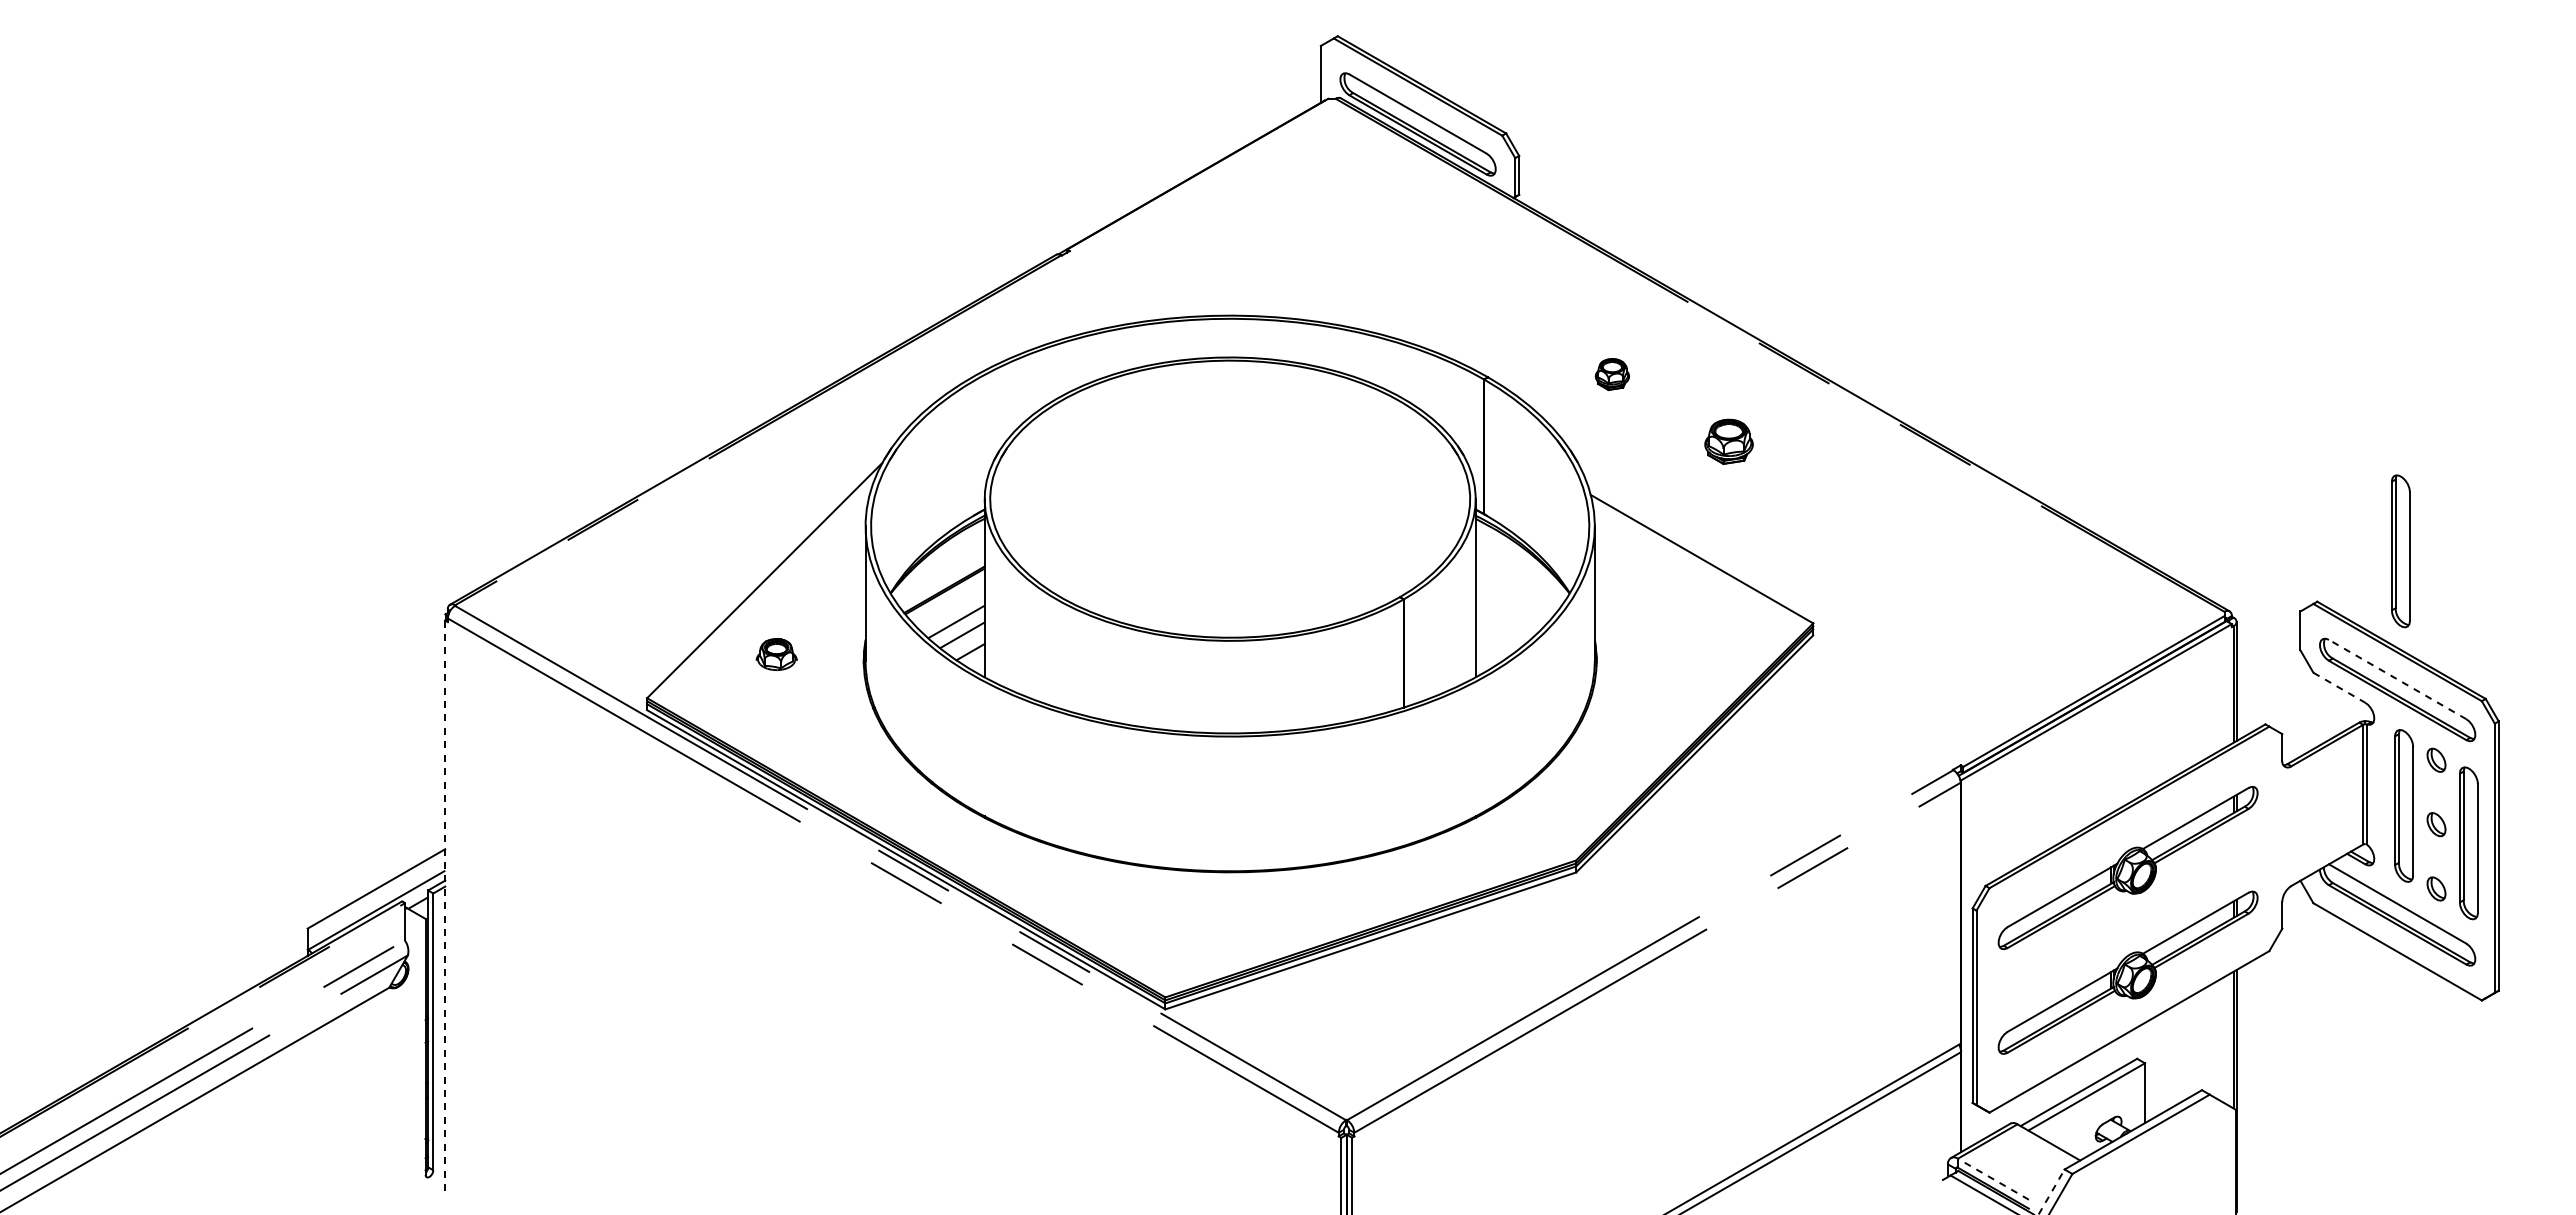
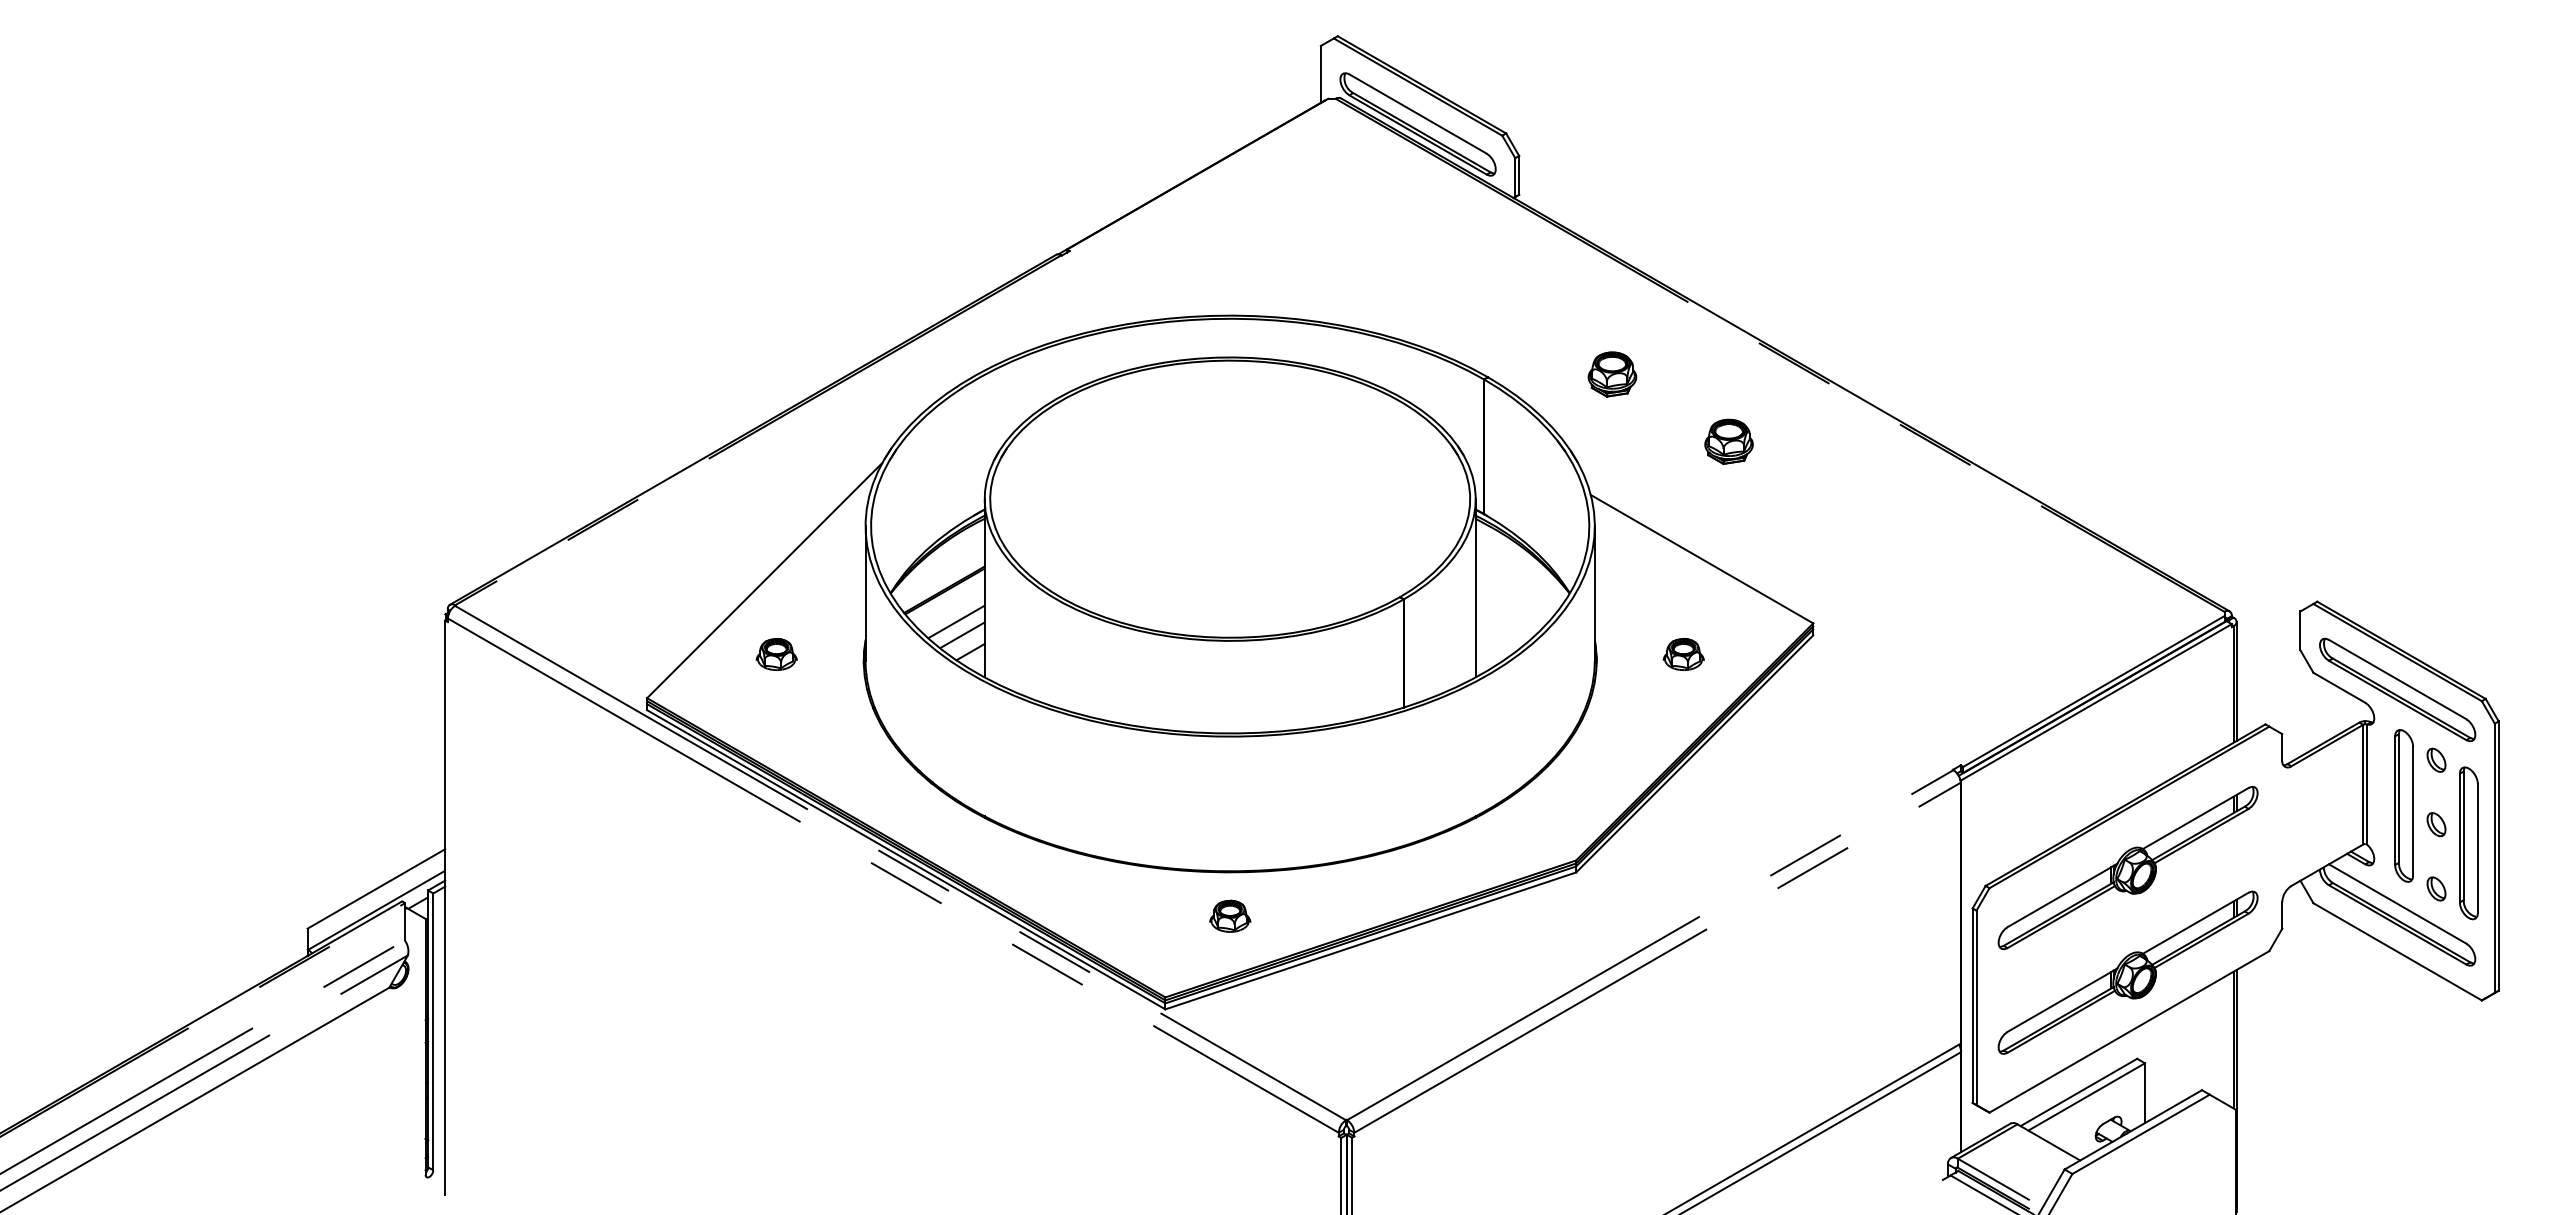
part at (1611, 374) size: 36x34 px -> 51x47 px
part at (2400, 551): present -> none
part at (1683, 654): none -> present
line at (2397, 679): dashed -> solid
line at (2339, 687): dashed -> solid
line at (445, 908): dashed -> solid
part at (1230, 915): none -> present
line at (1993, 1179): dashed -> solid
line at (2051, 1191): dashed -> solid
